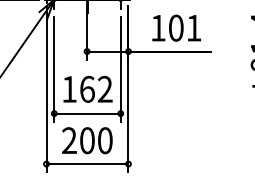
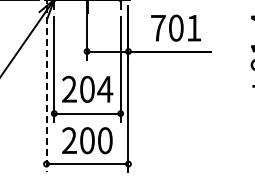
text at (158, 28): 101 -> 701
text at (87, 88): 162 -> 204
line at (46, 89): solid -> dashed
